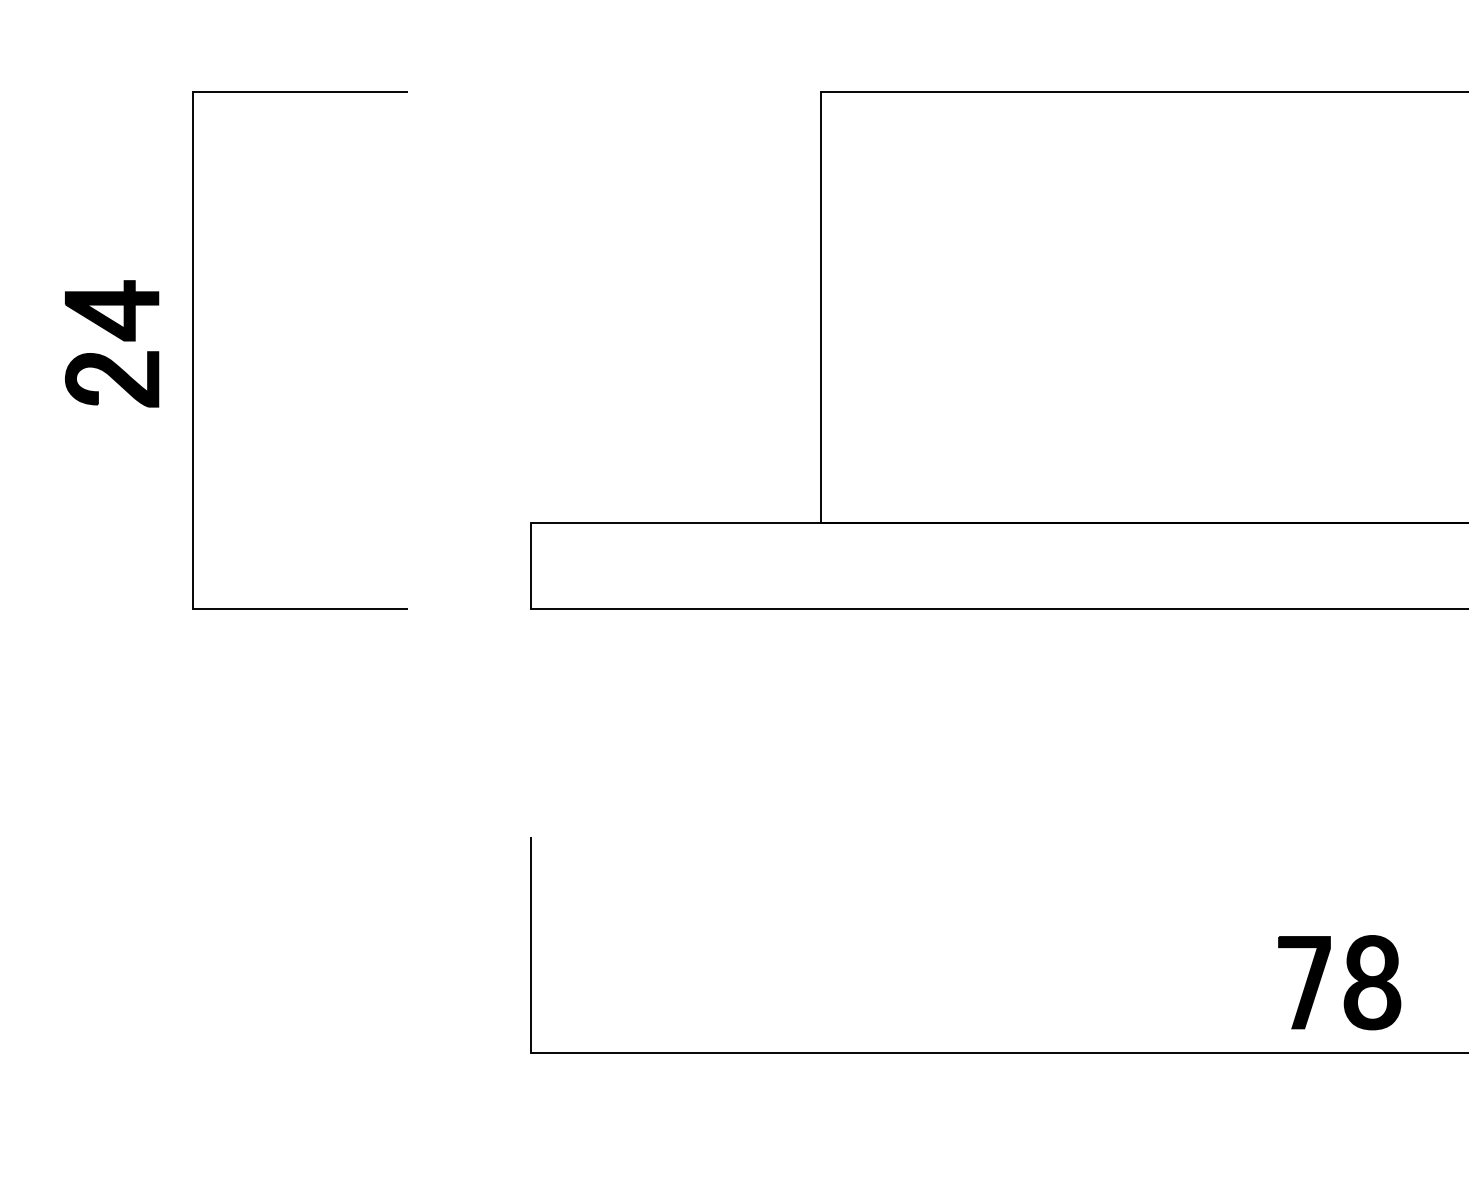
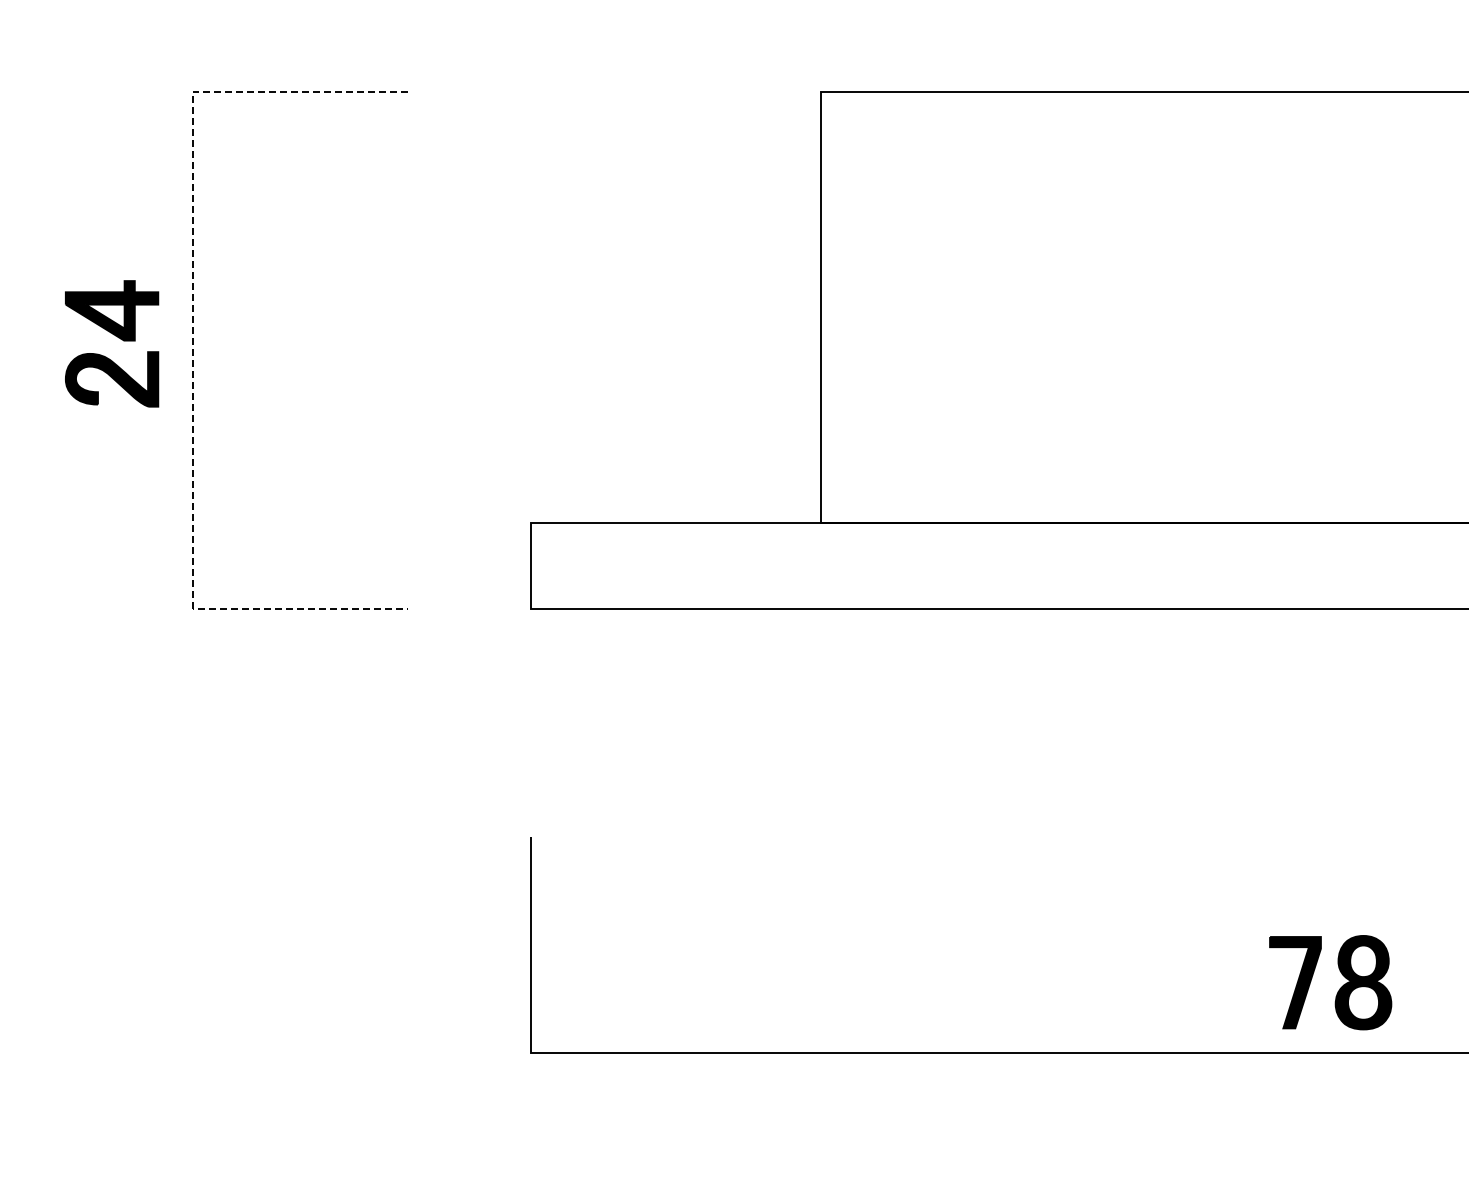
line at (192, 350): solid -> dashed
part at (1348, 988) position: (1348, 988) -> (1339, 988)
